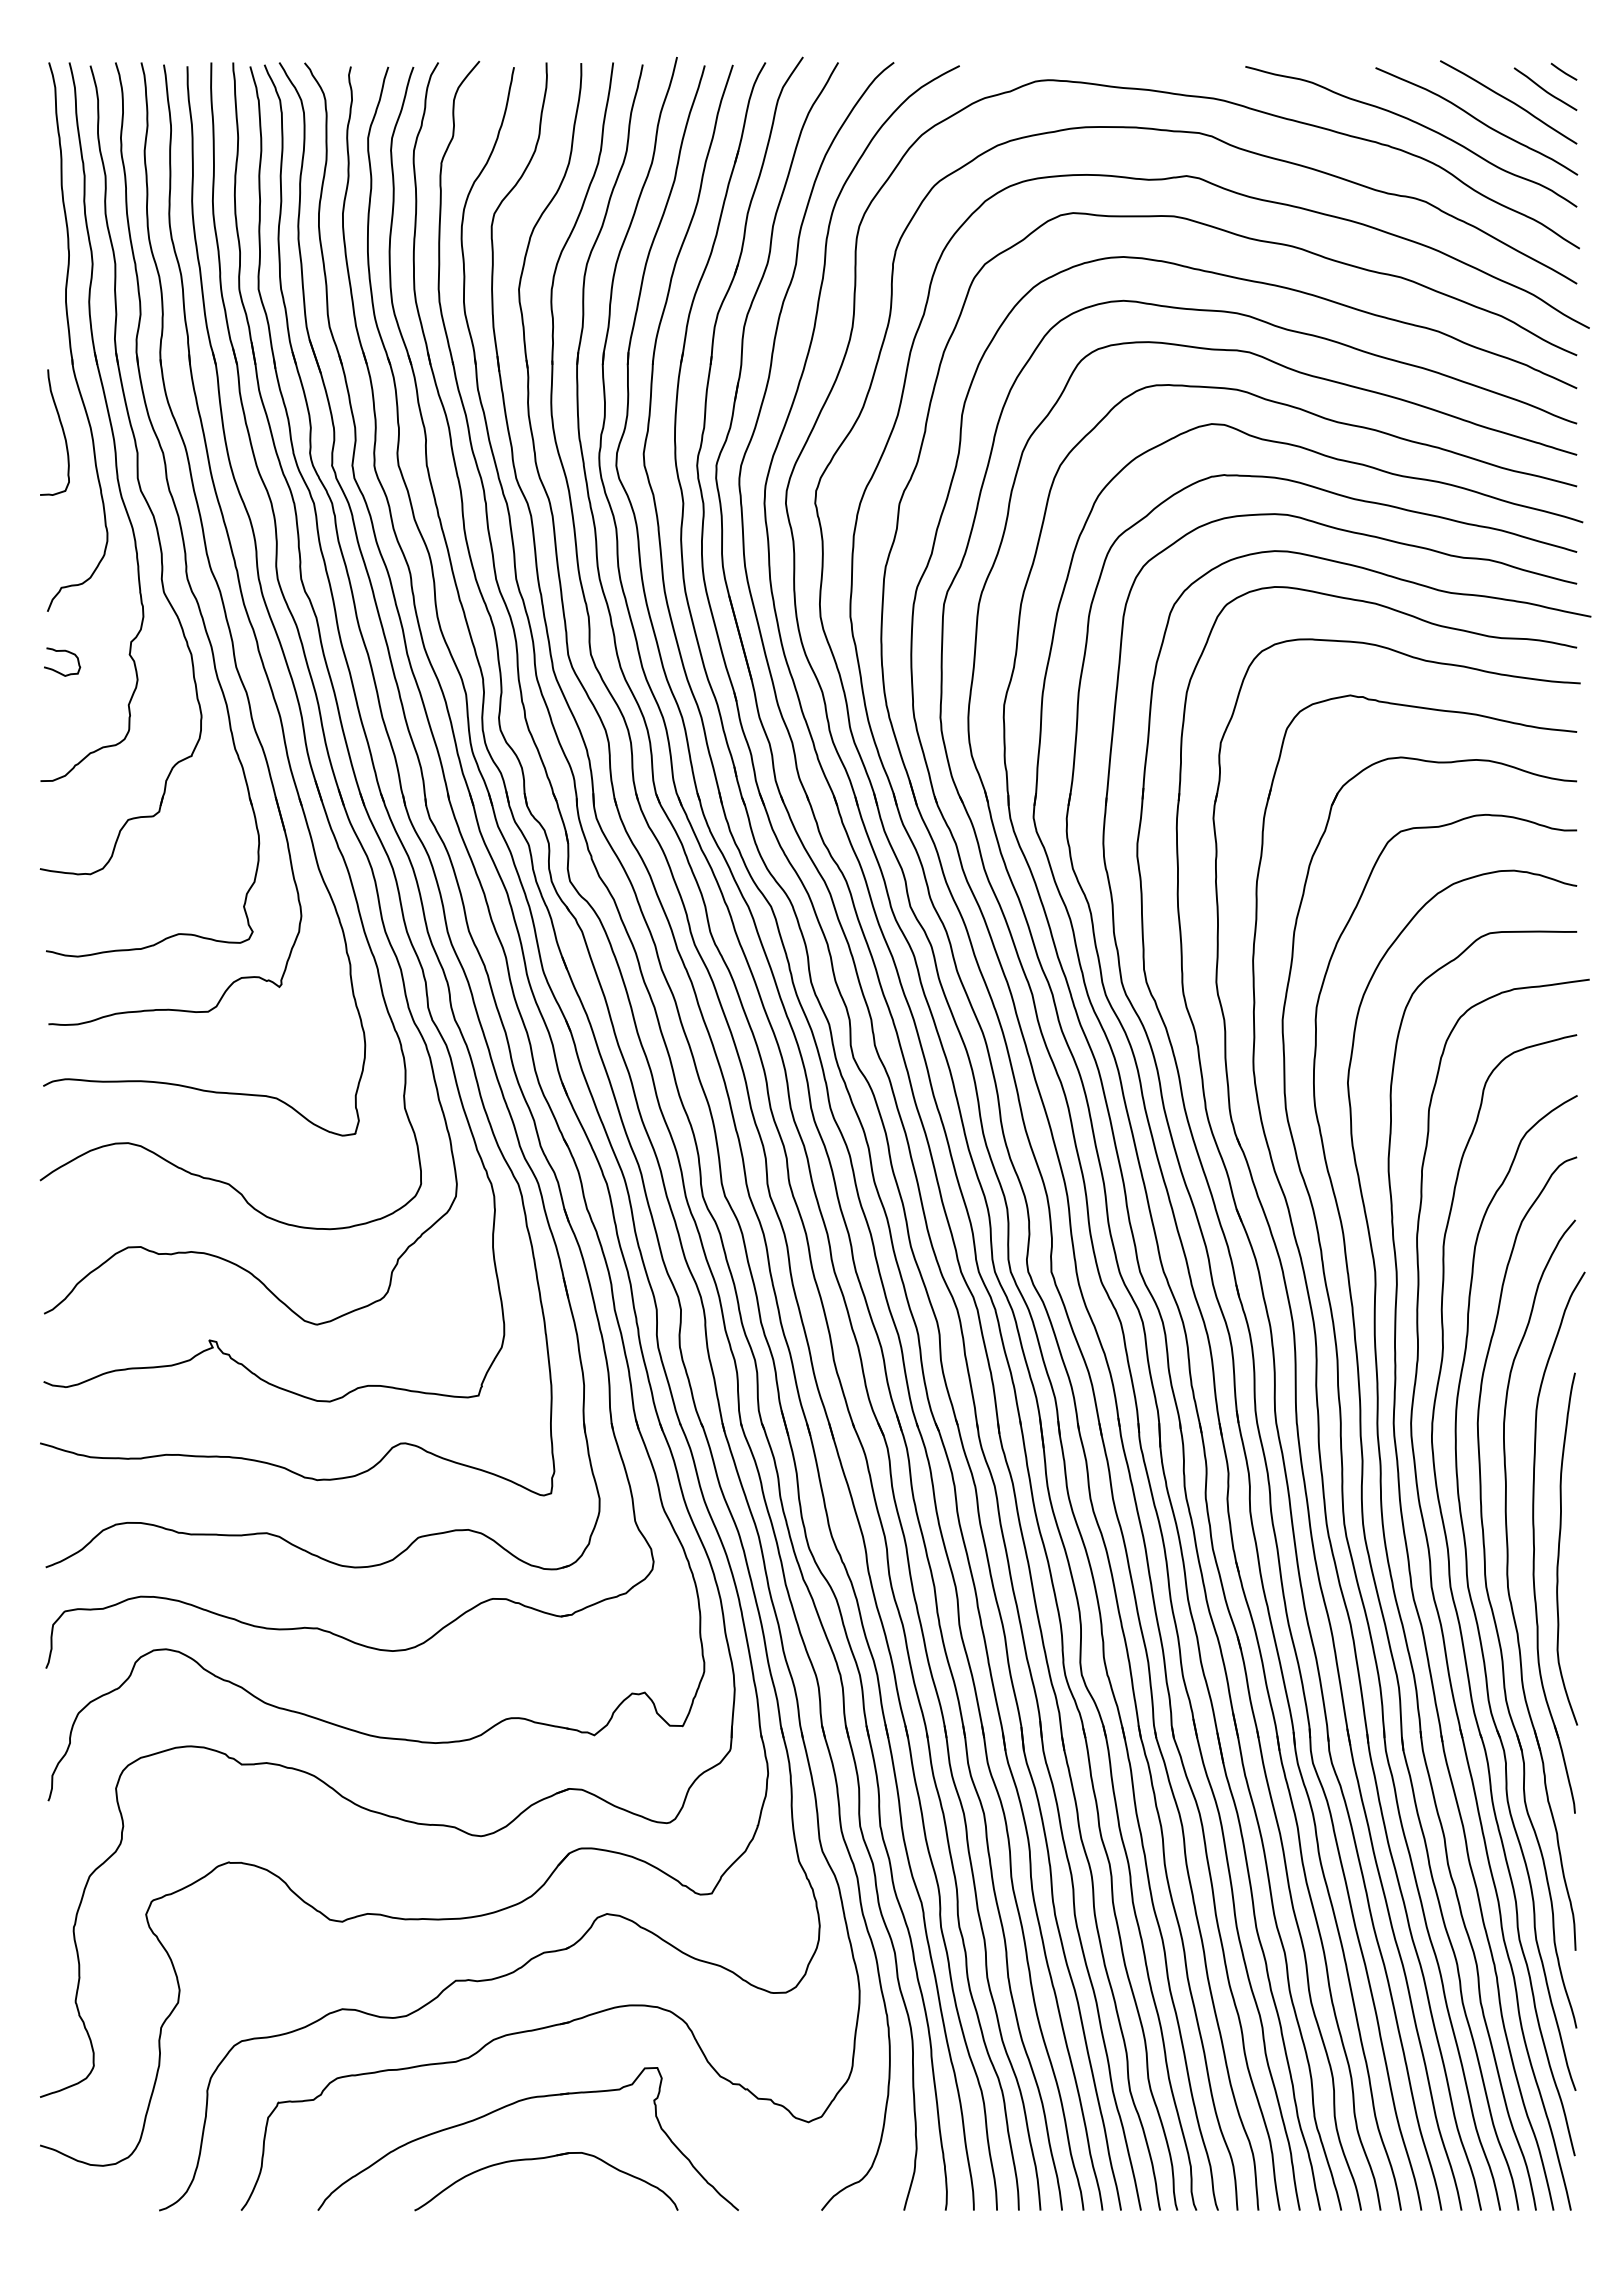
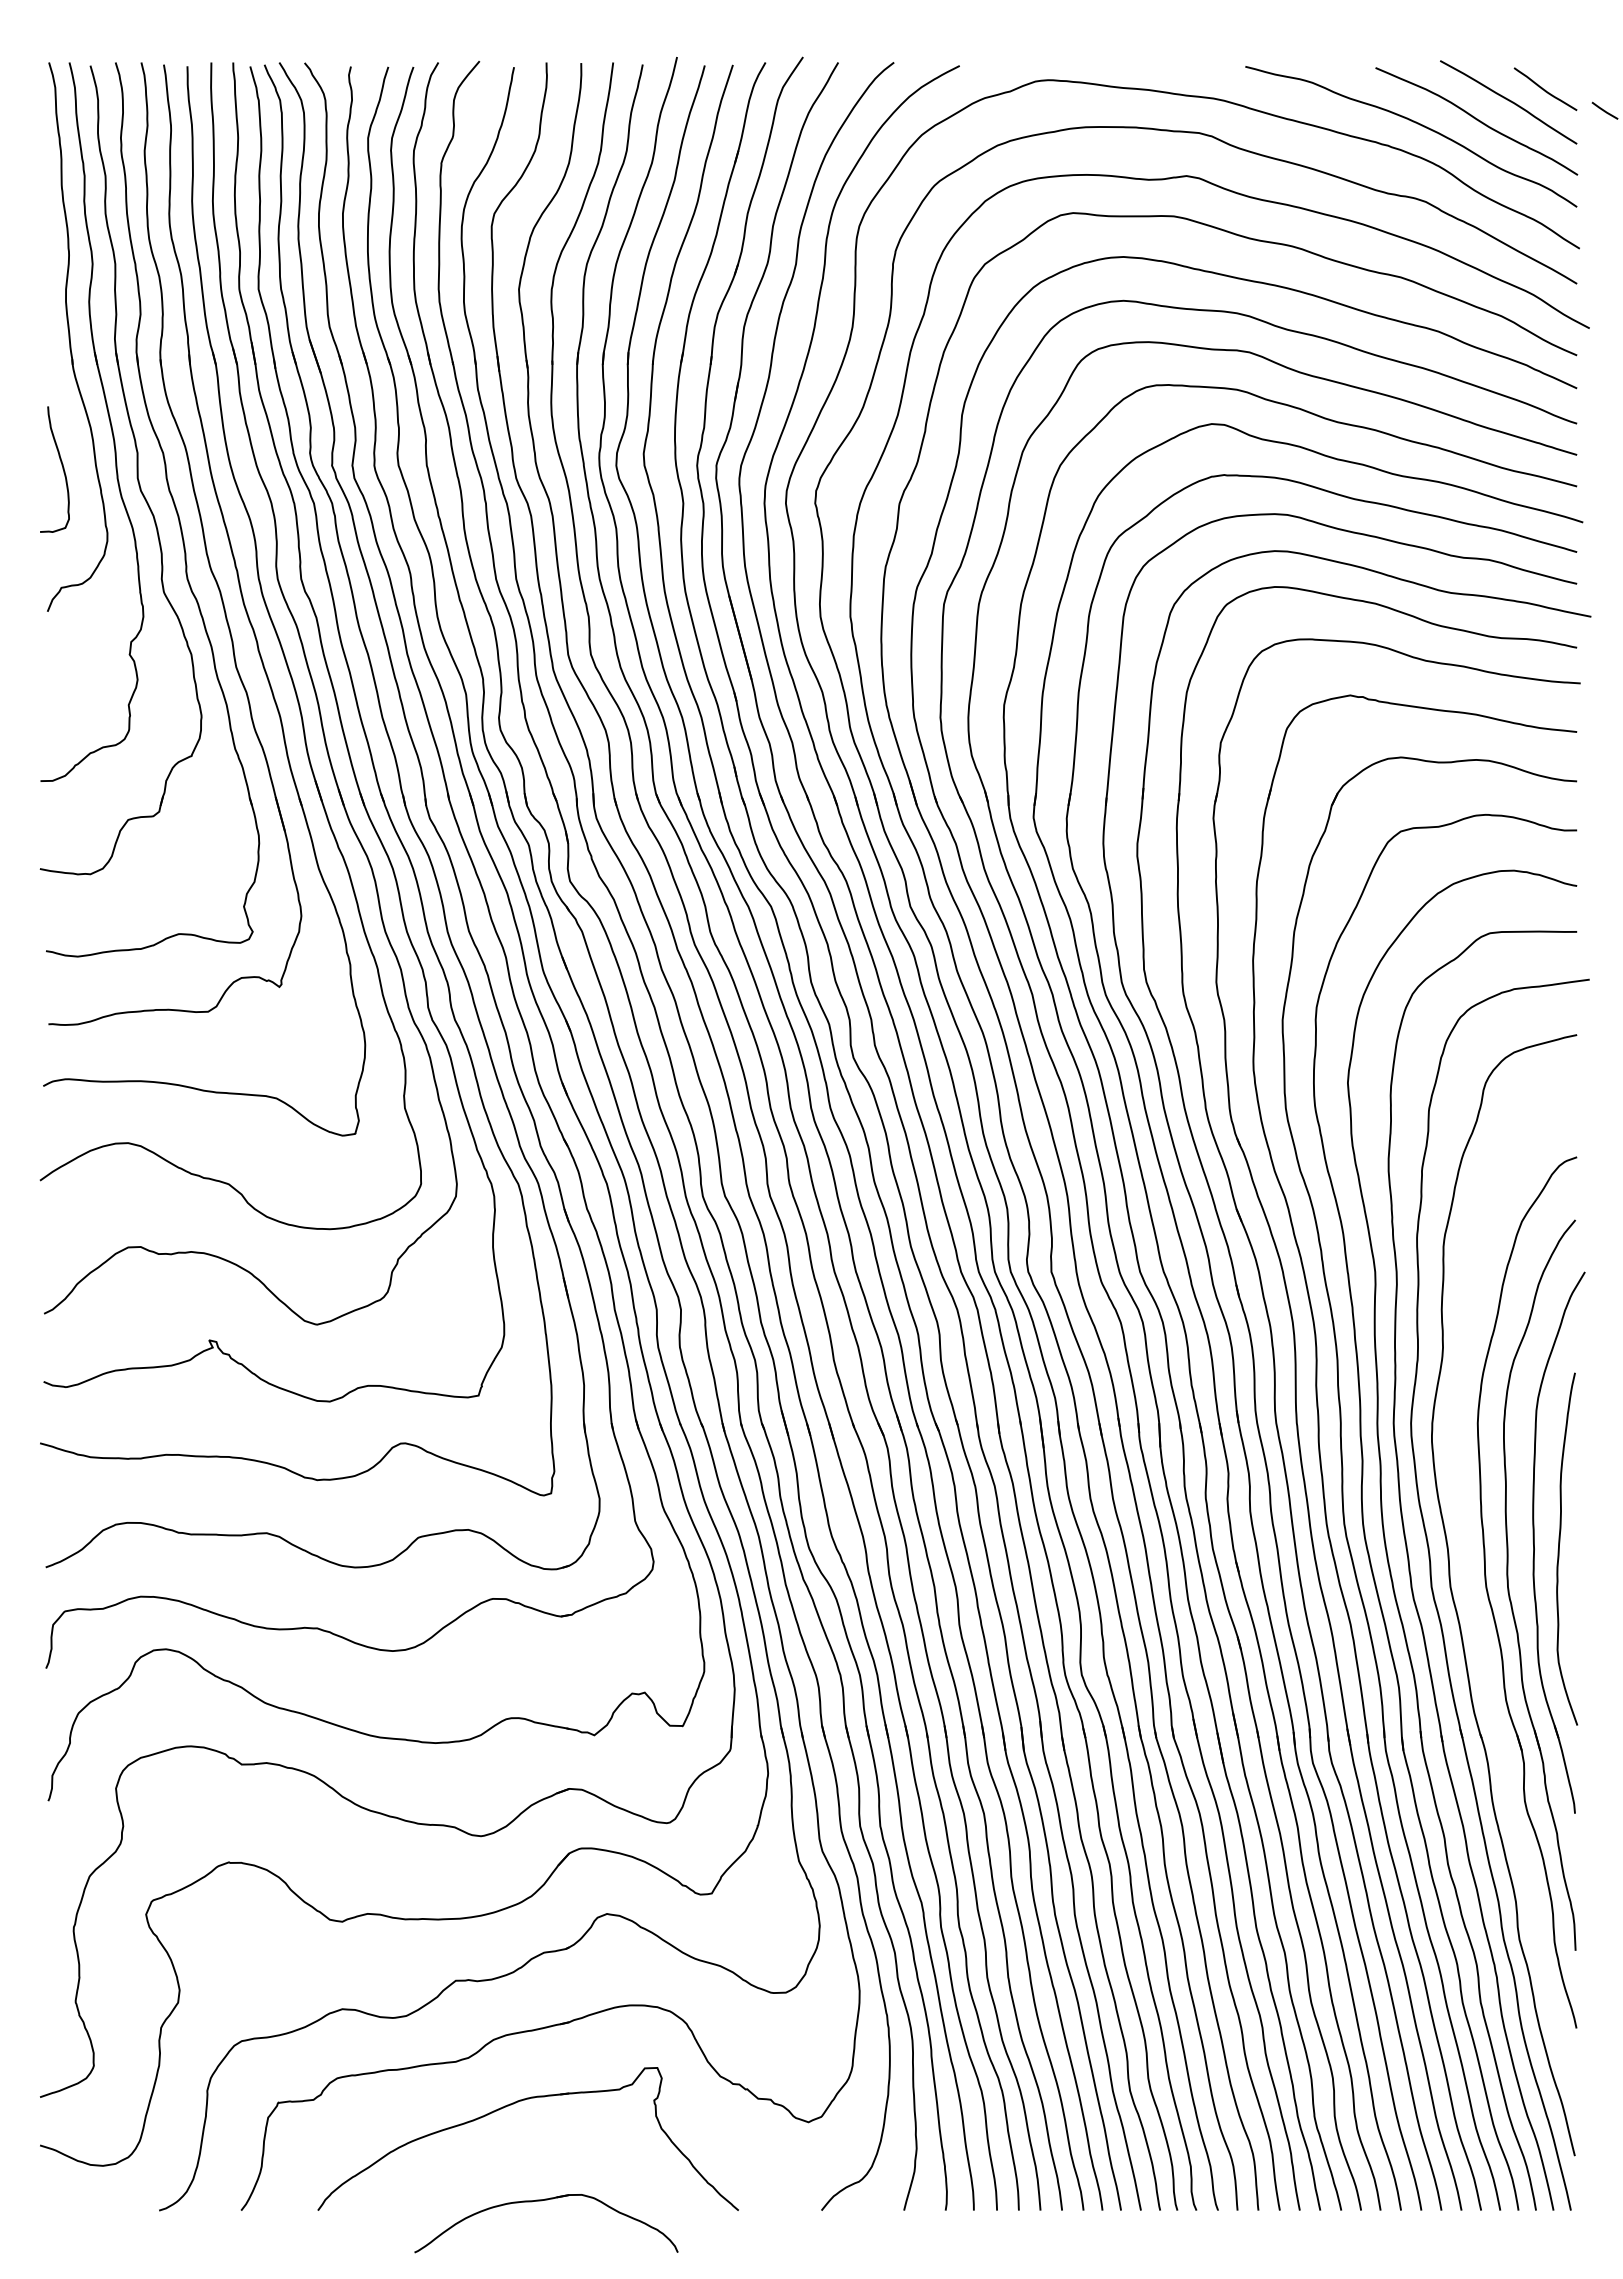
line at (1563, 71) position: (1563, 71) -> (1604, 110)
curve at (62, 432) position: (62, 432) -> (62, 469)
curve at (66, 652): present -> none
part at (1474, 1607): present -> none
part at (541, 2159) position: (541, 2159) -> (541, 2201)
